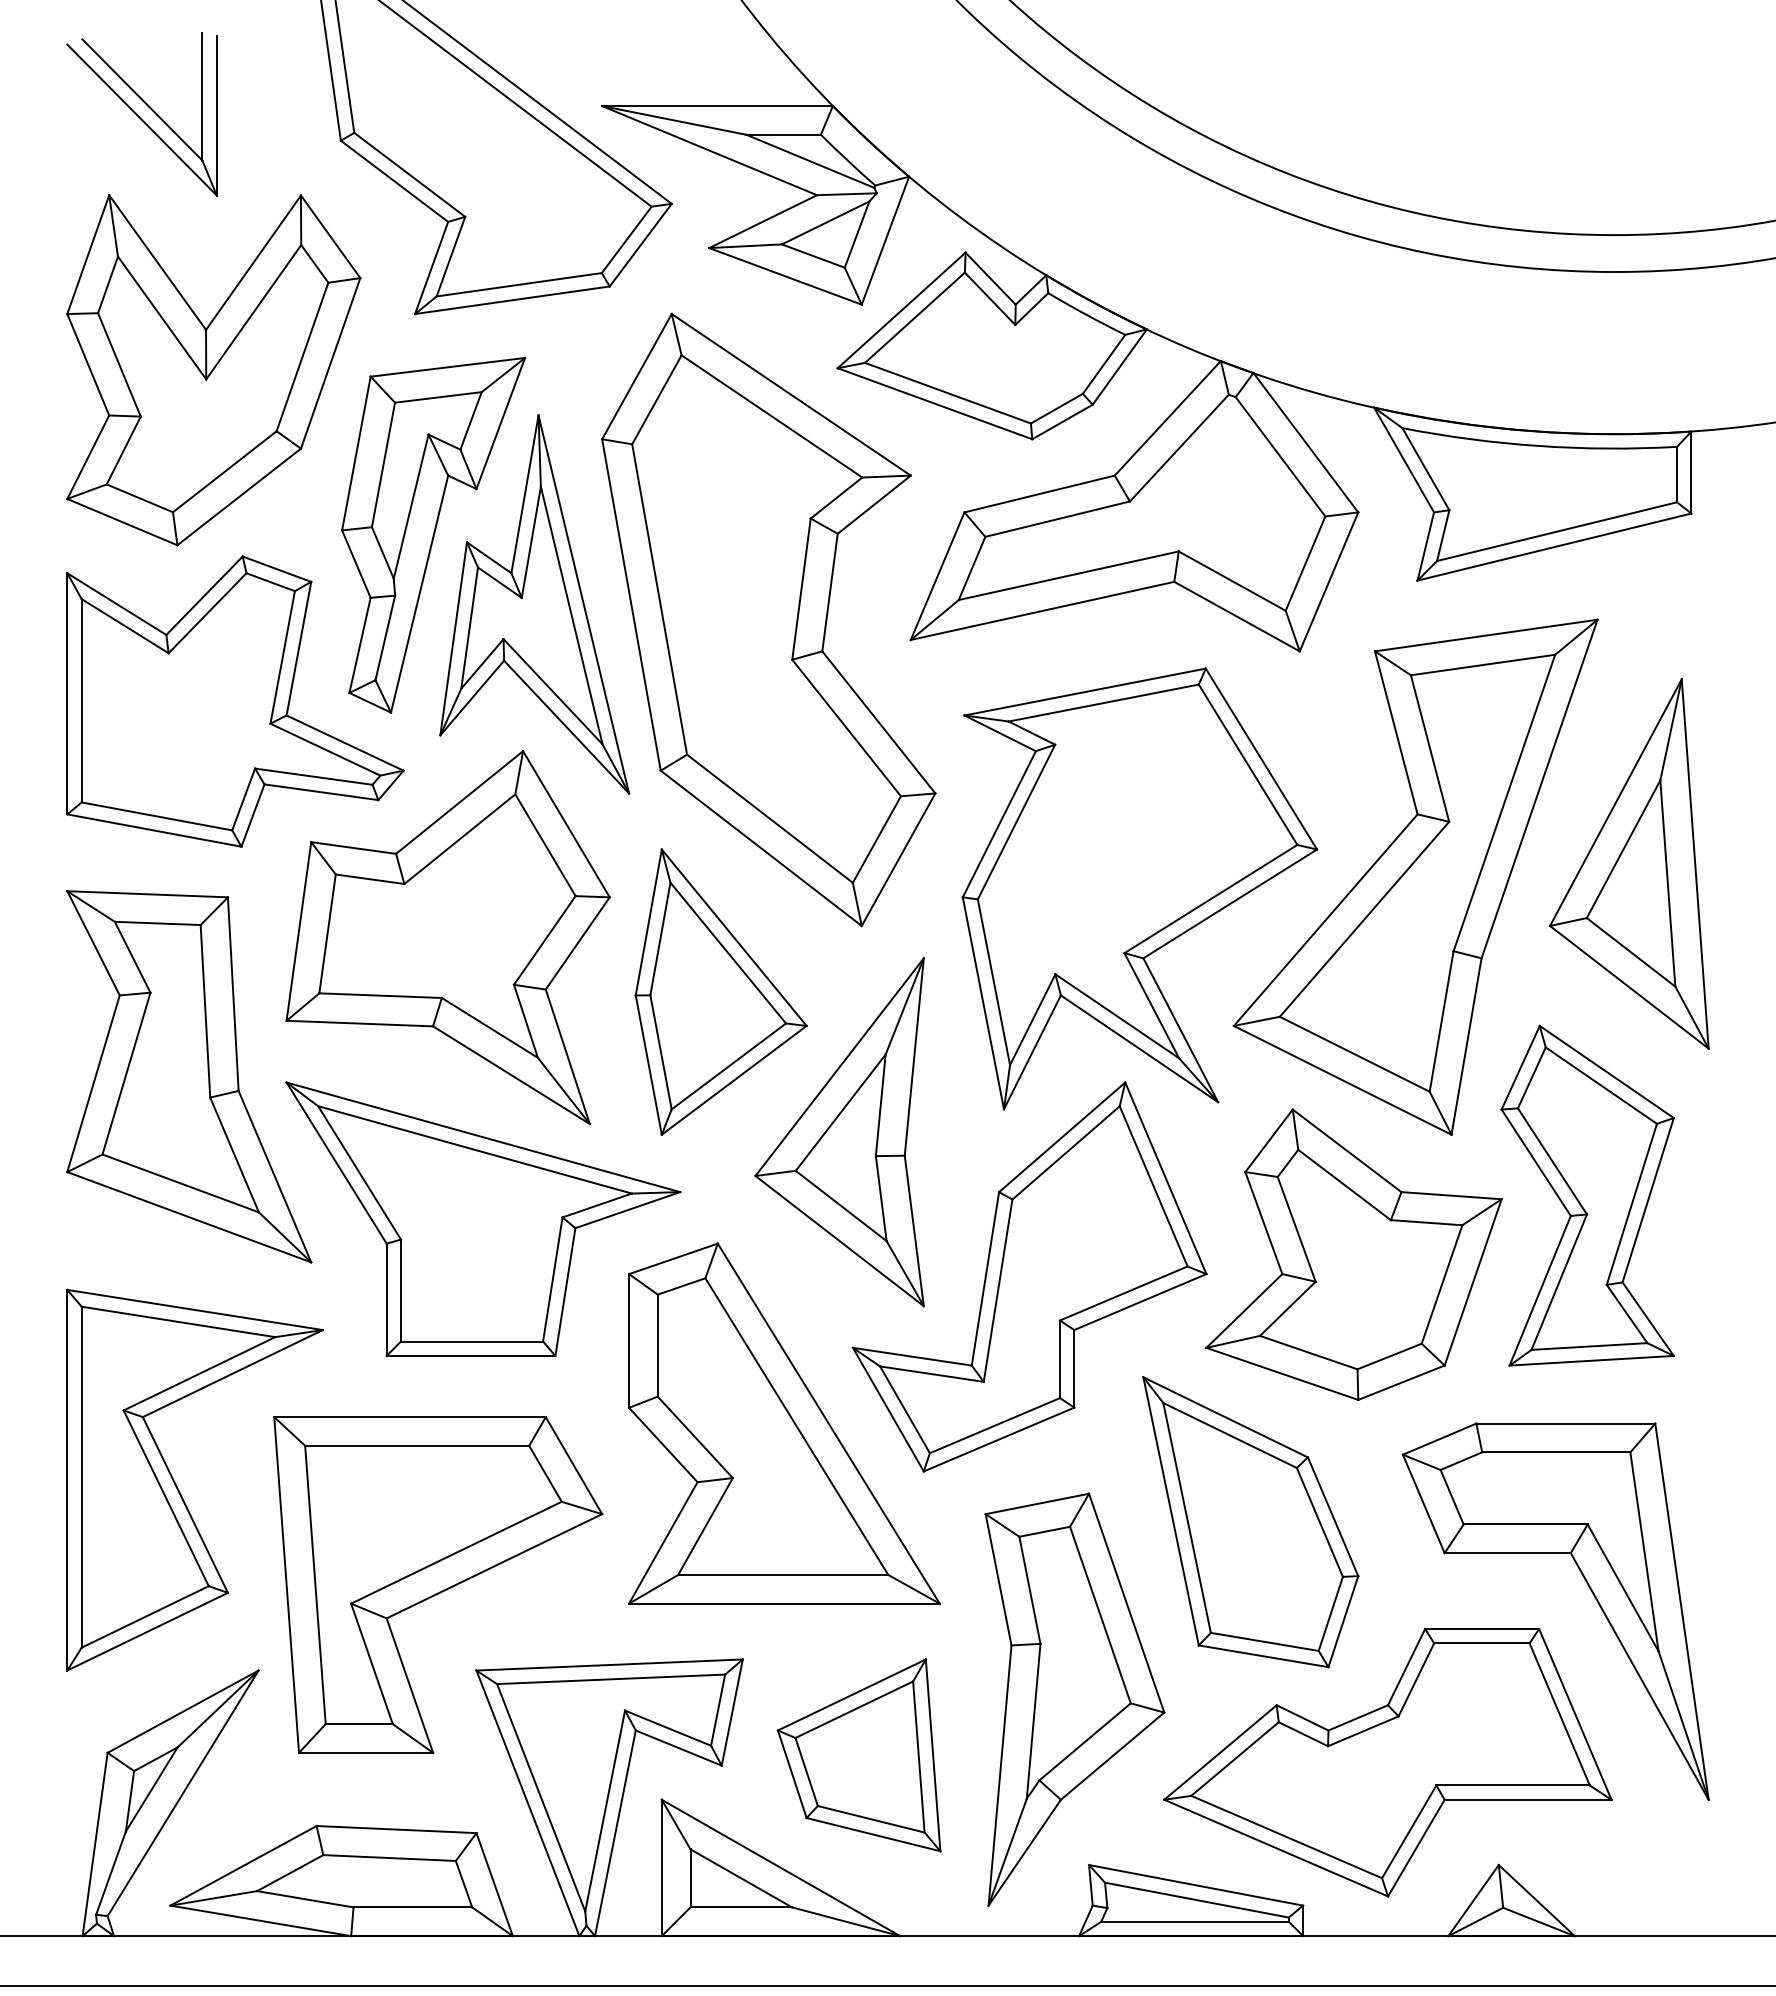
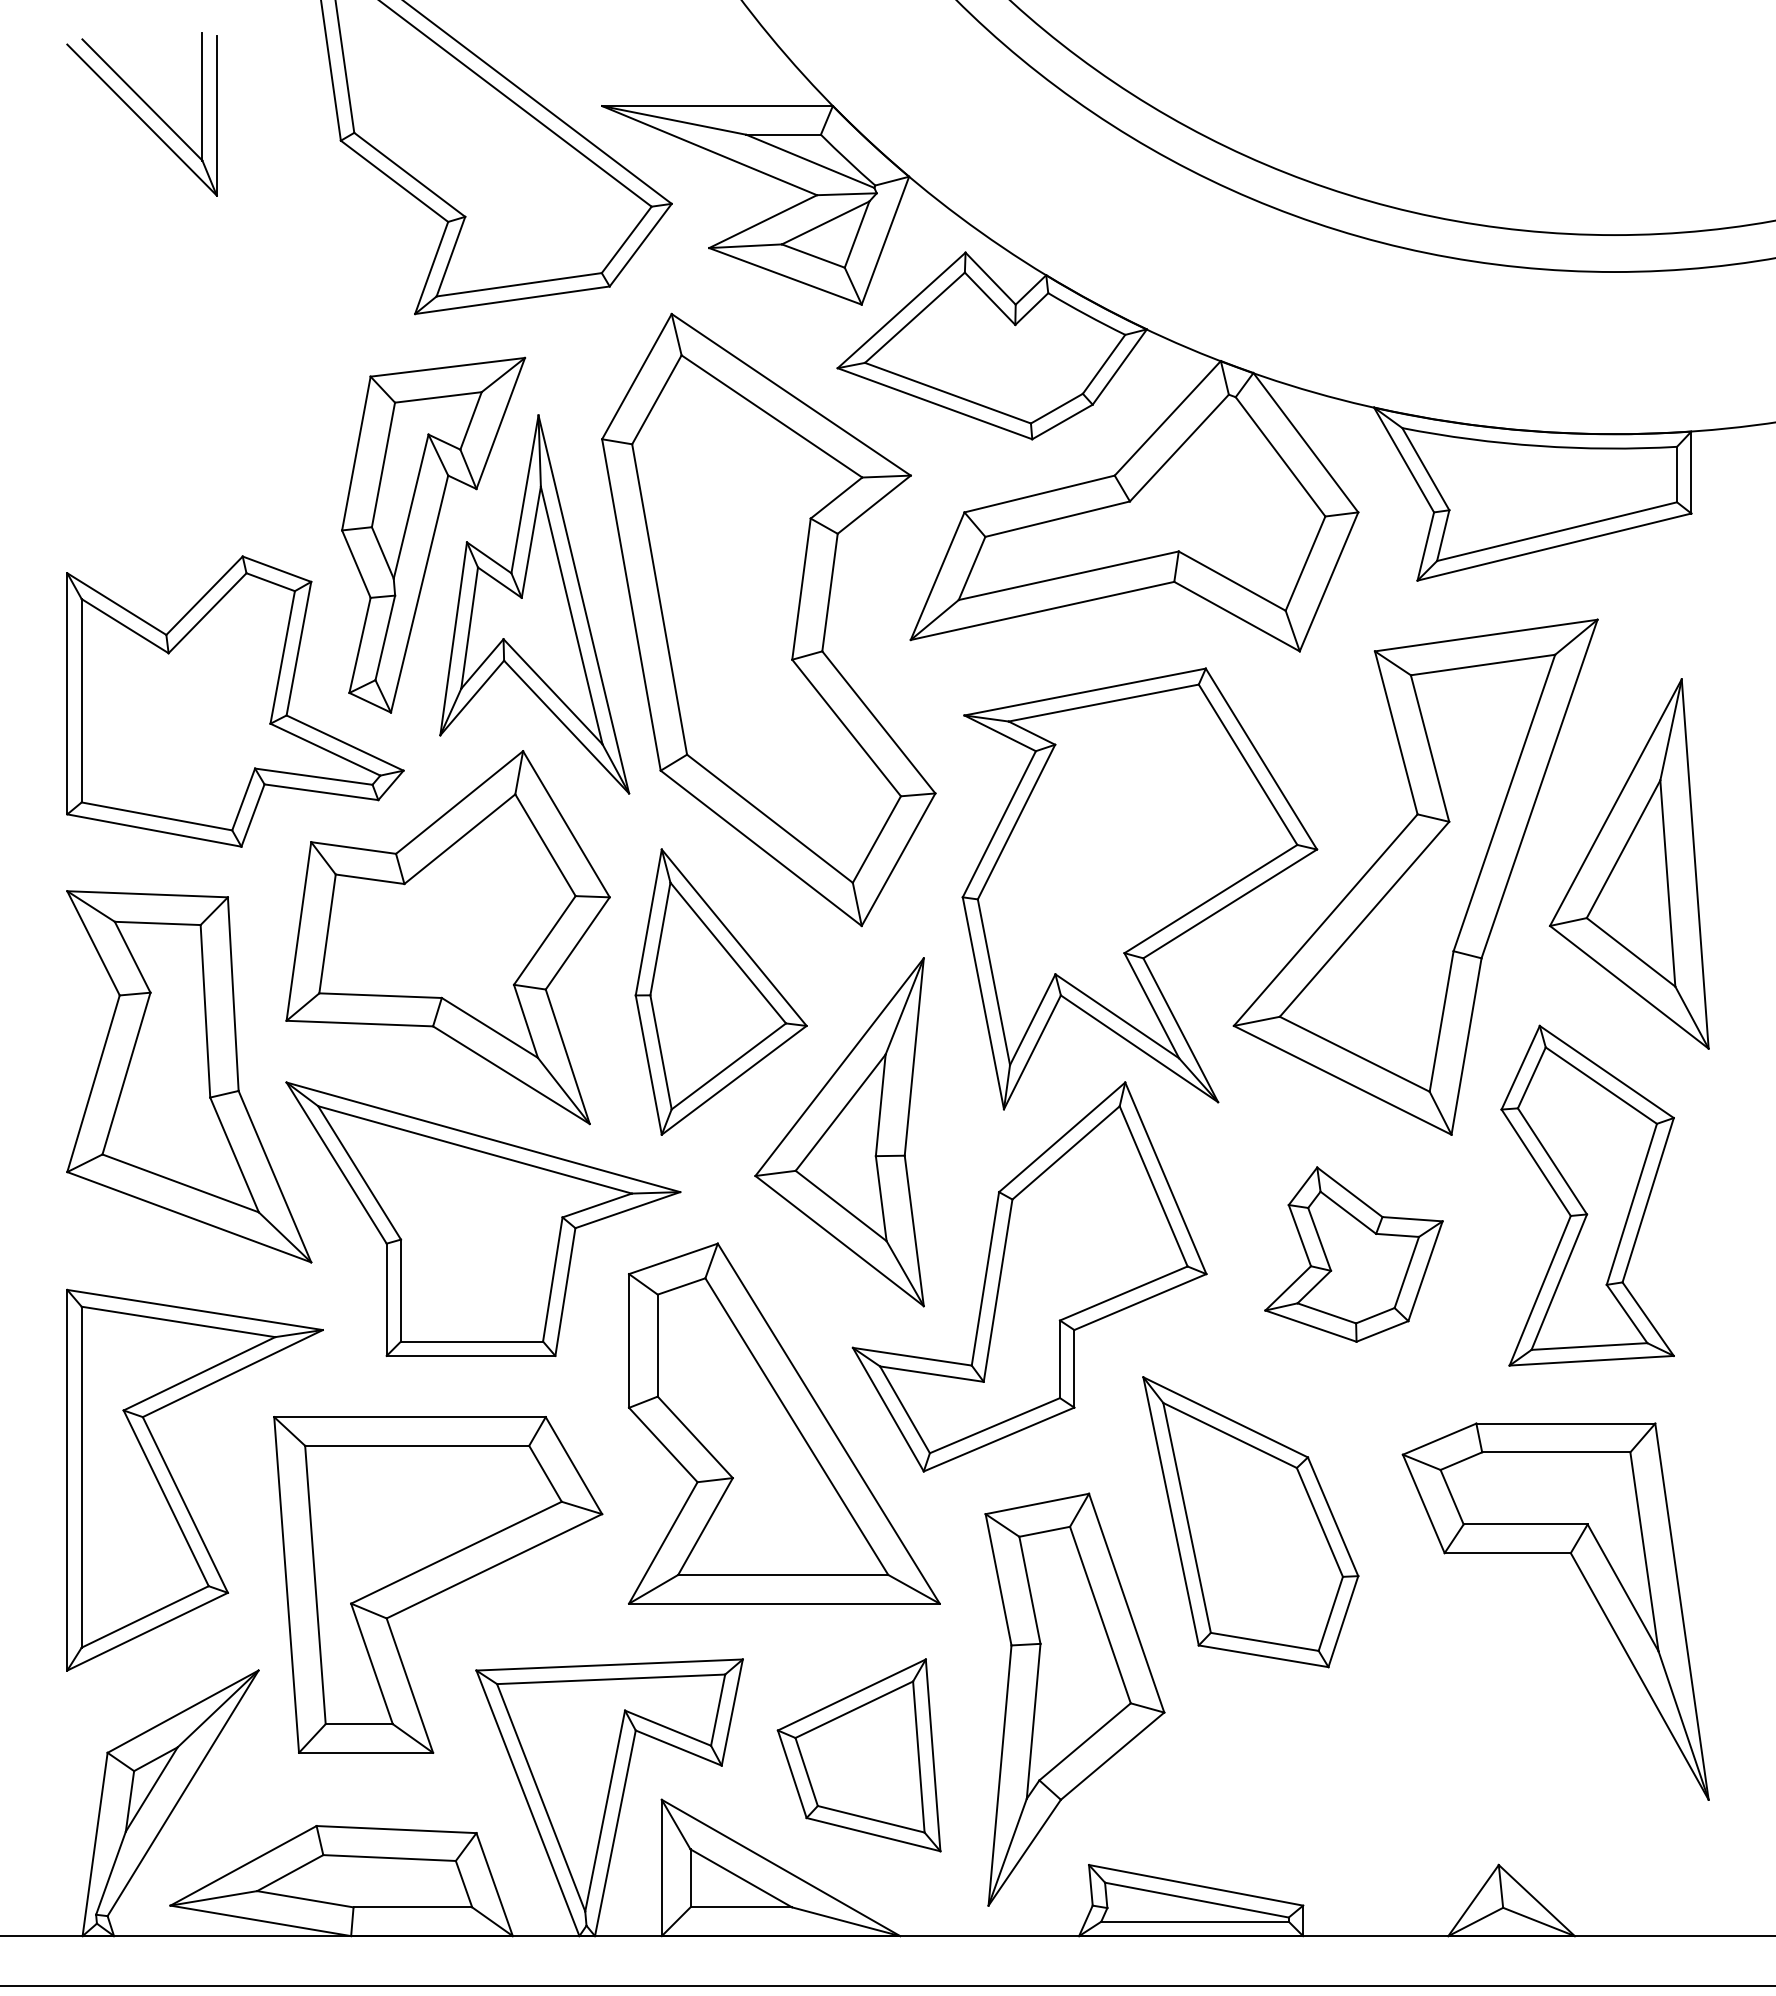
part at (213, 370): present -> none
part at (1353, 1254) size: 298x293 px -> 180x177 px
part at (1387, 1762): present -> none
